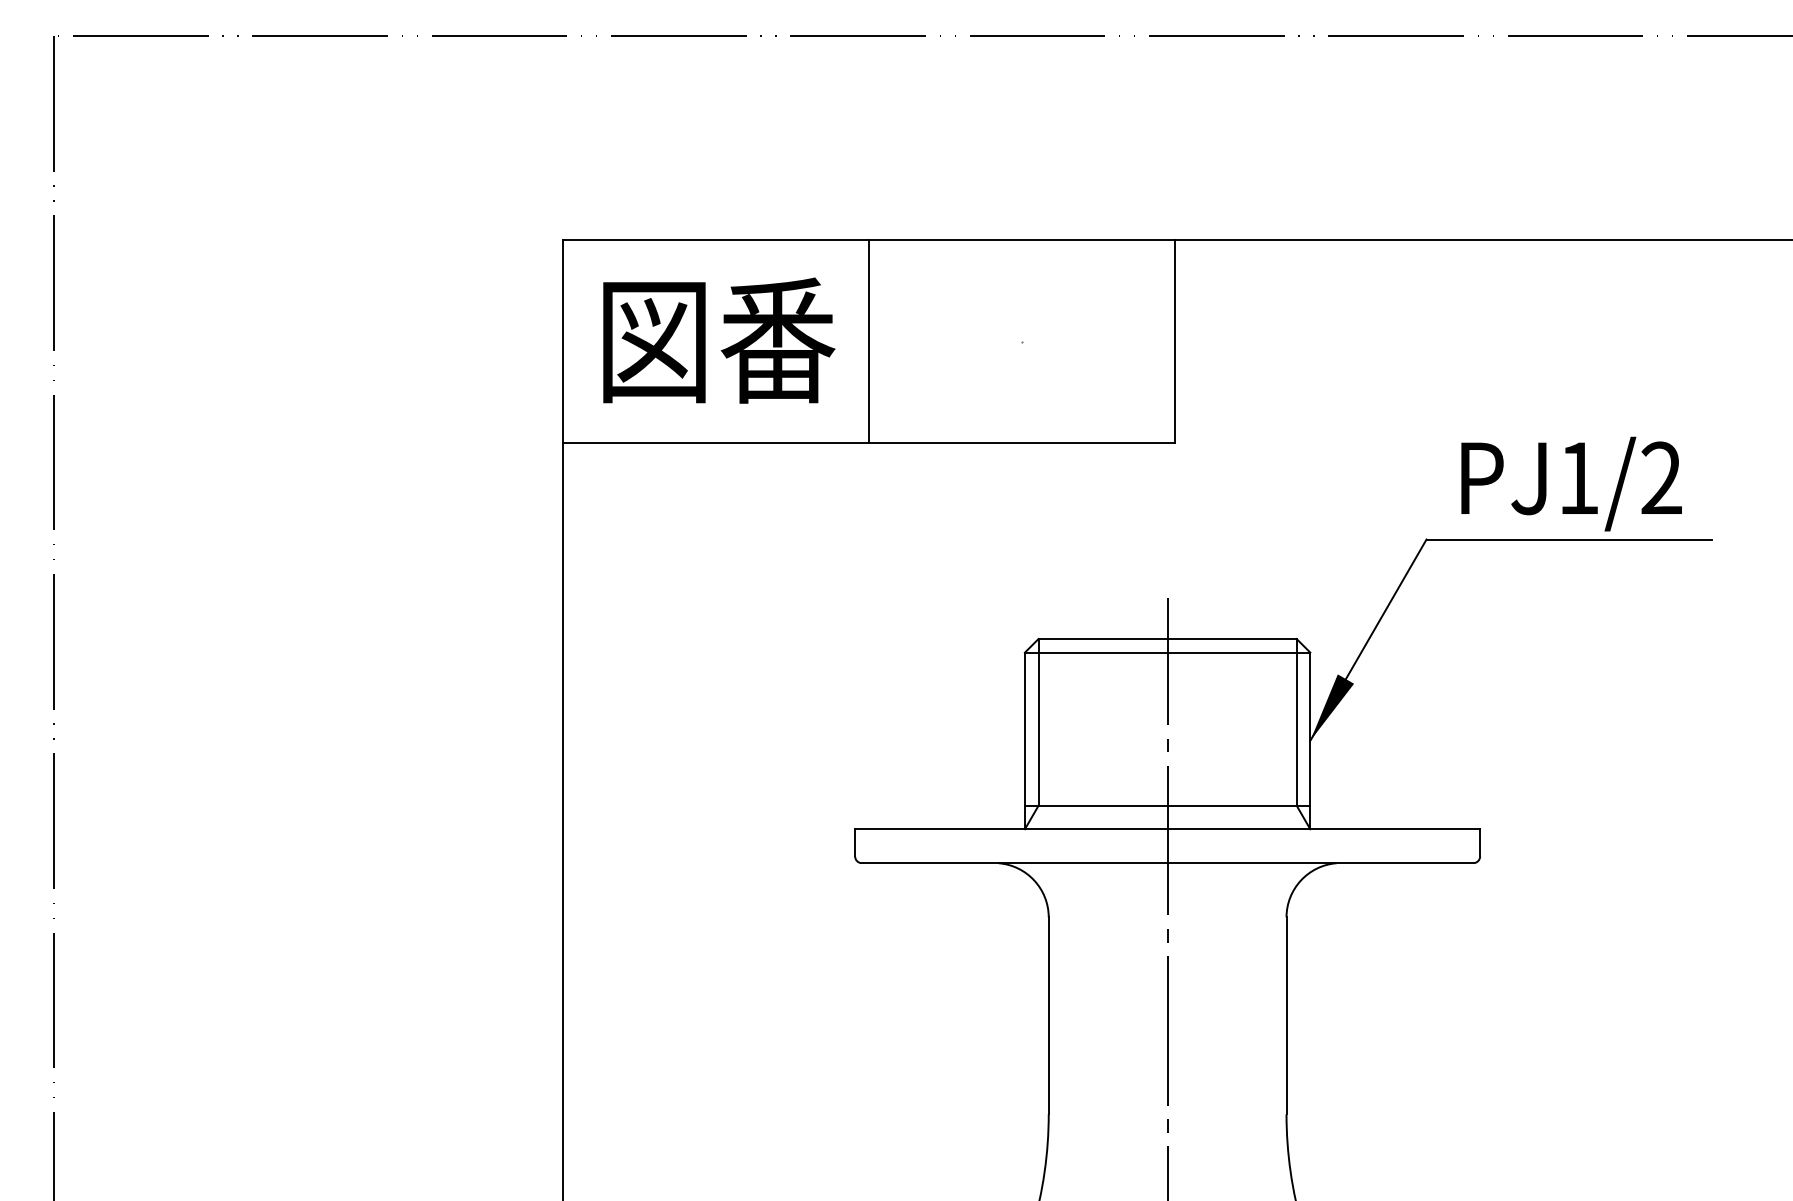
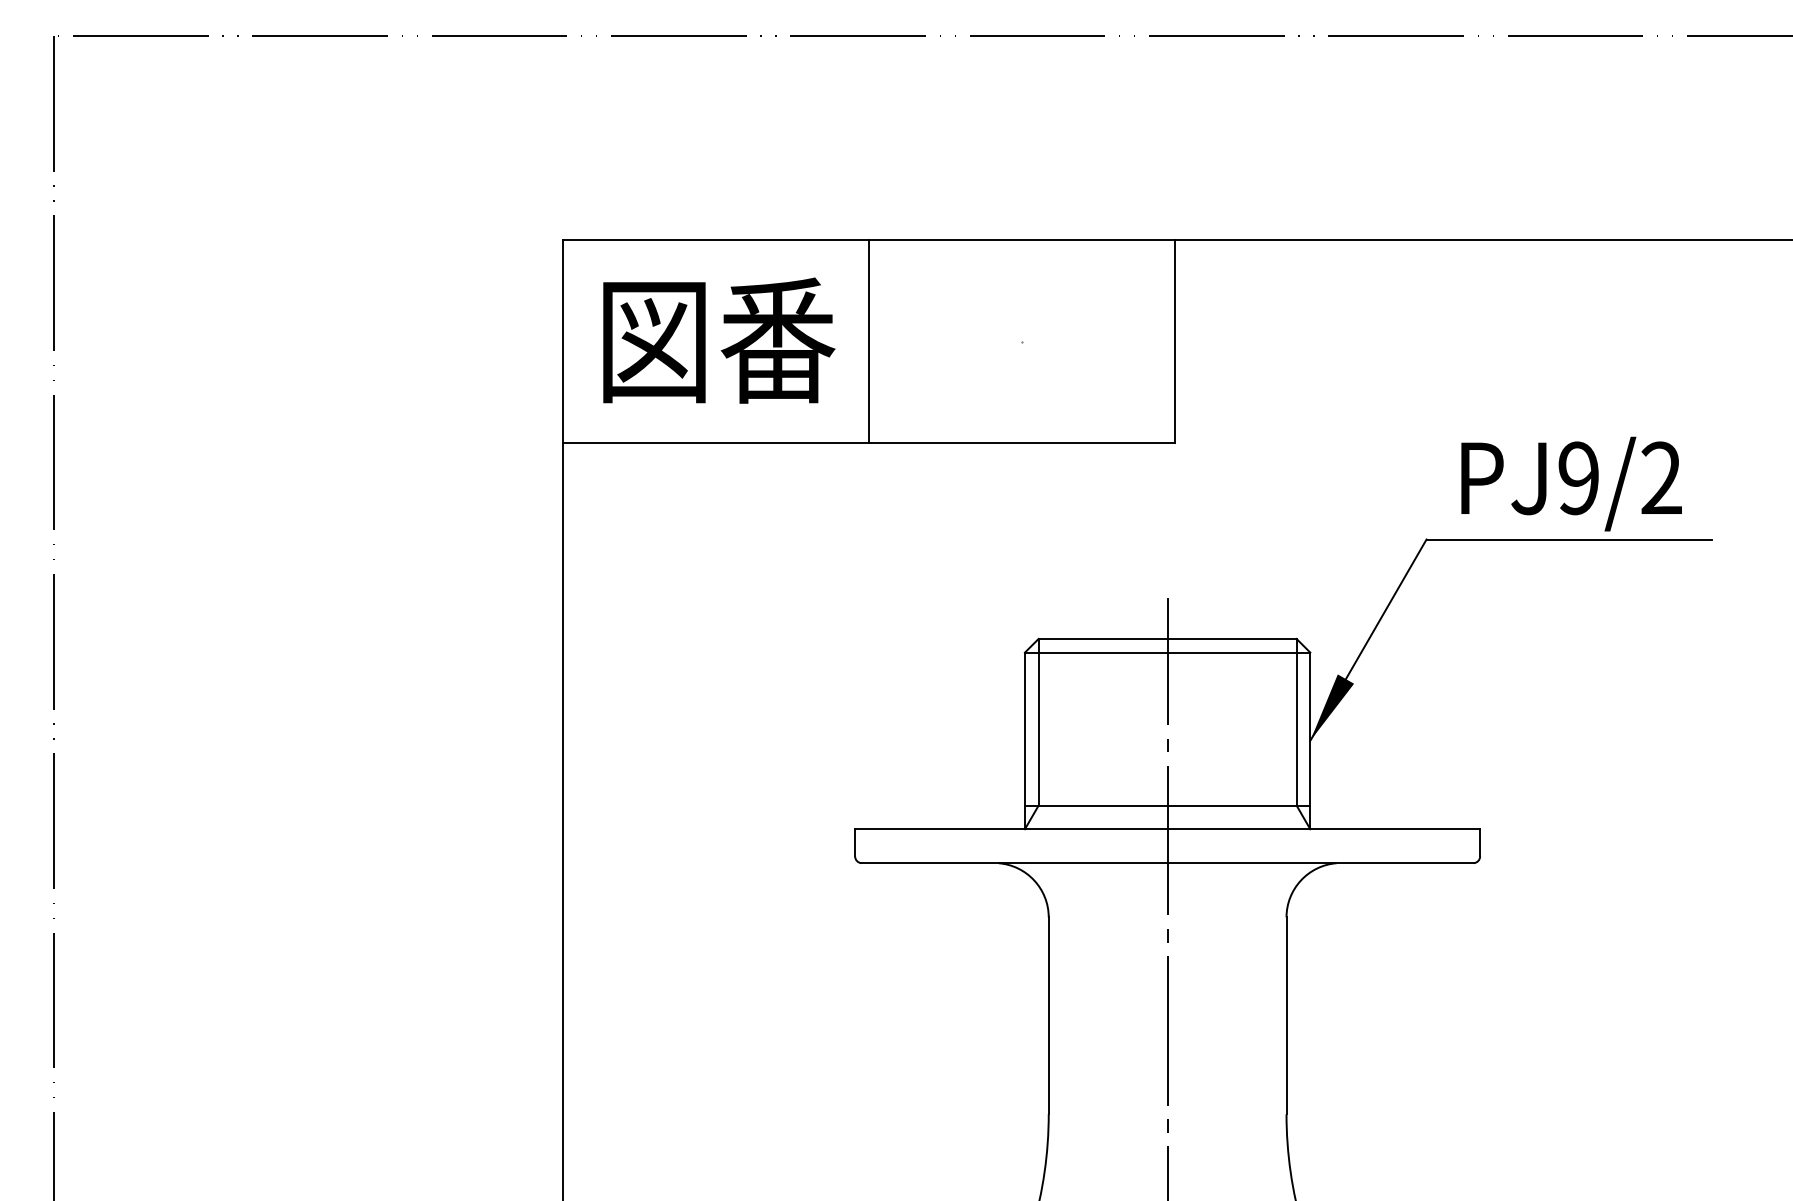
text at (1578, 478): PJ1/2 -> PJ9/2
